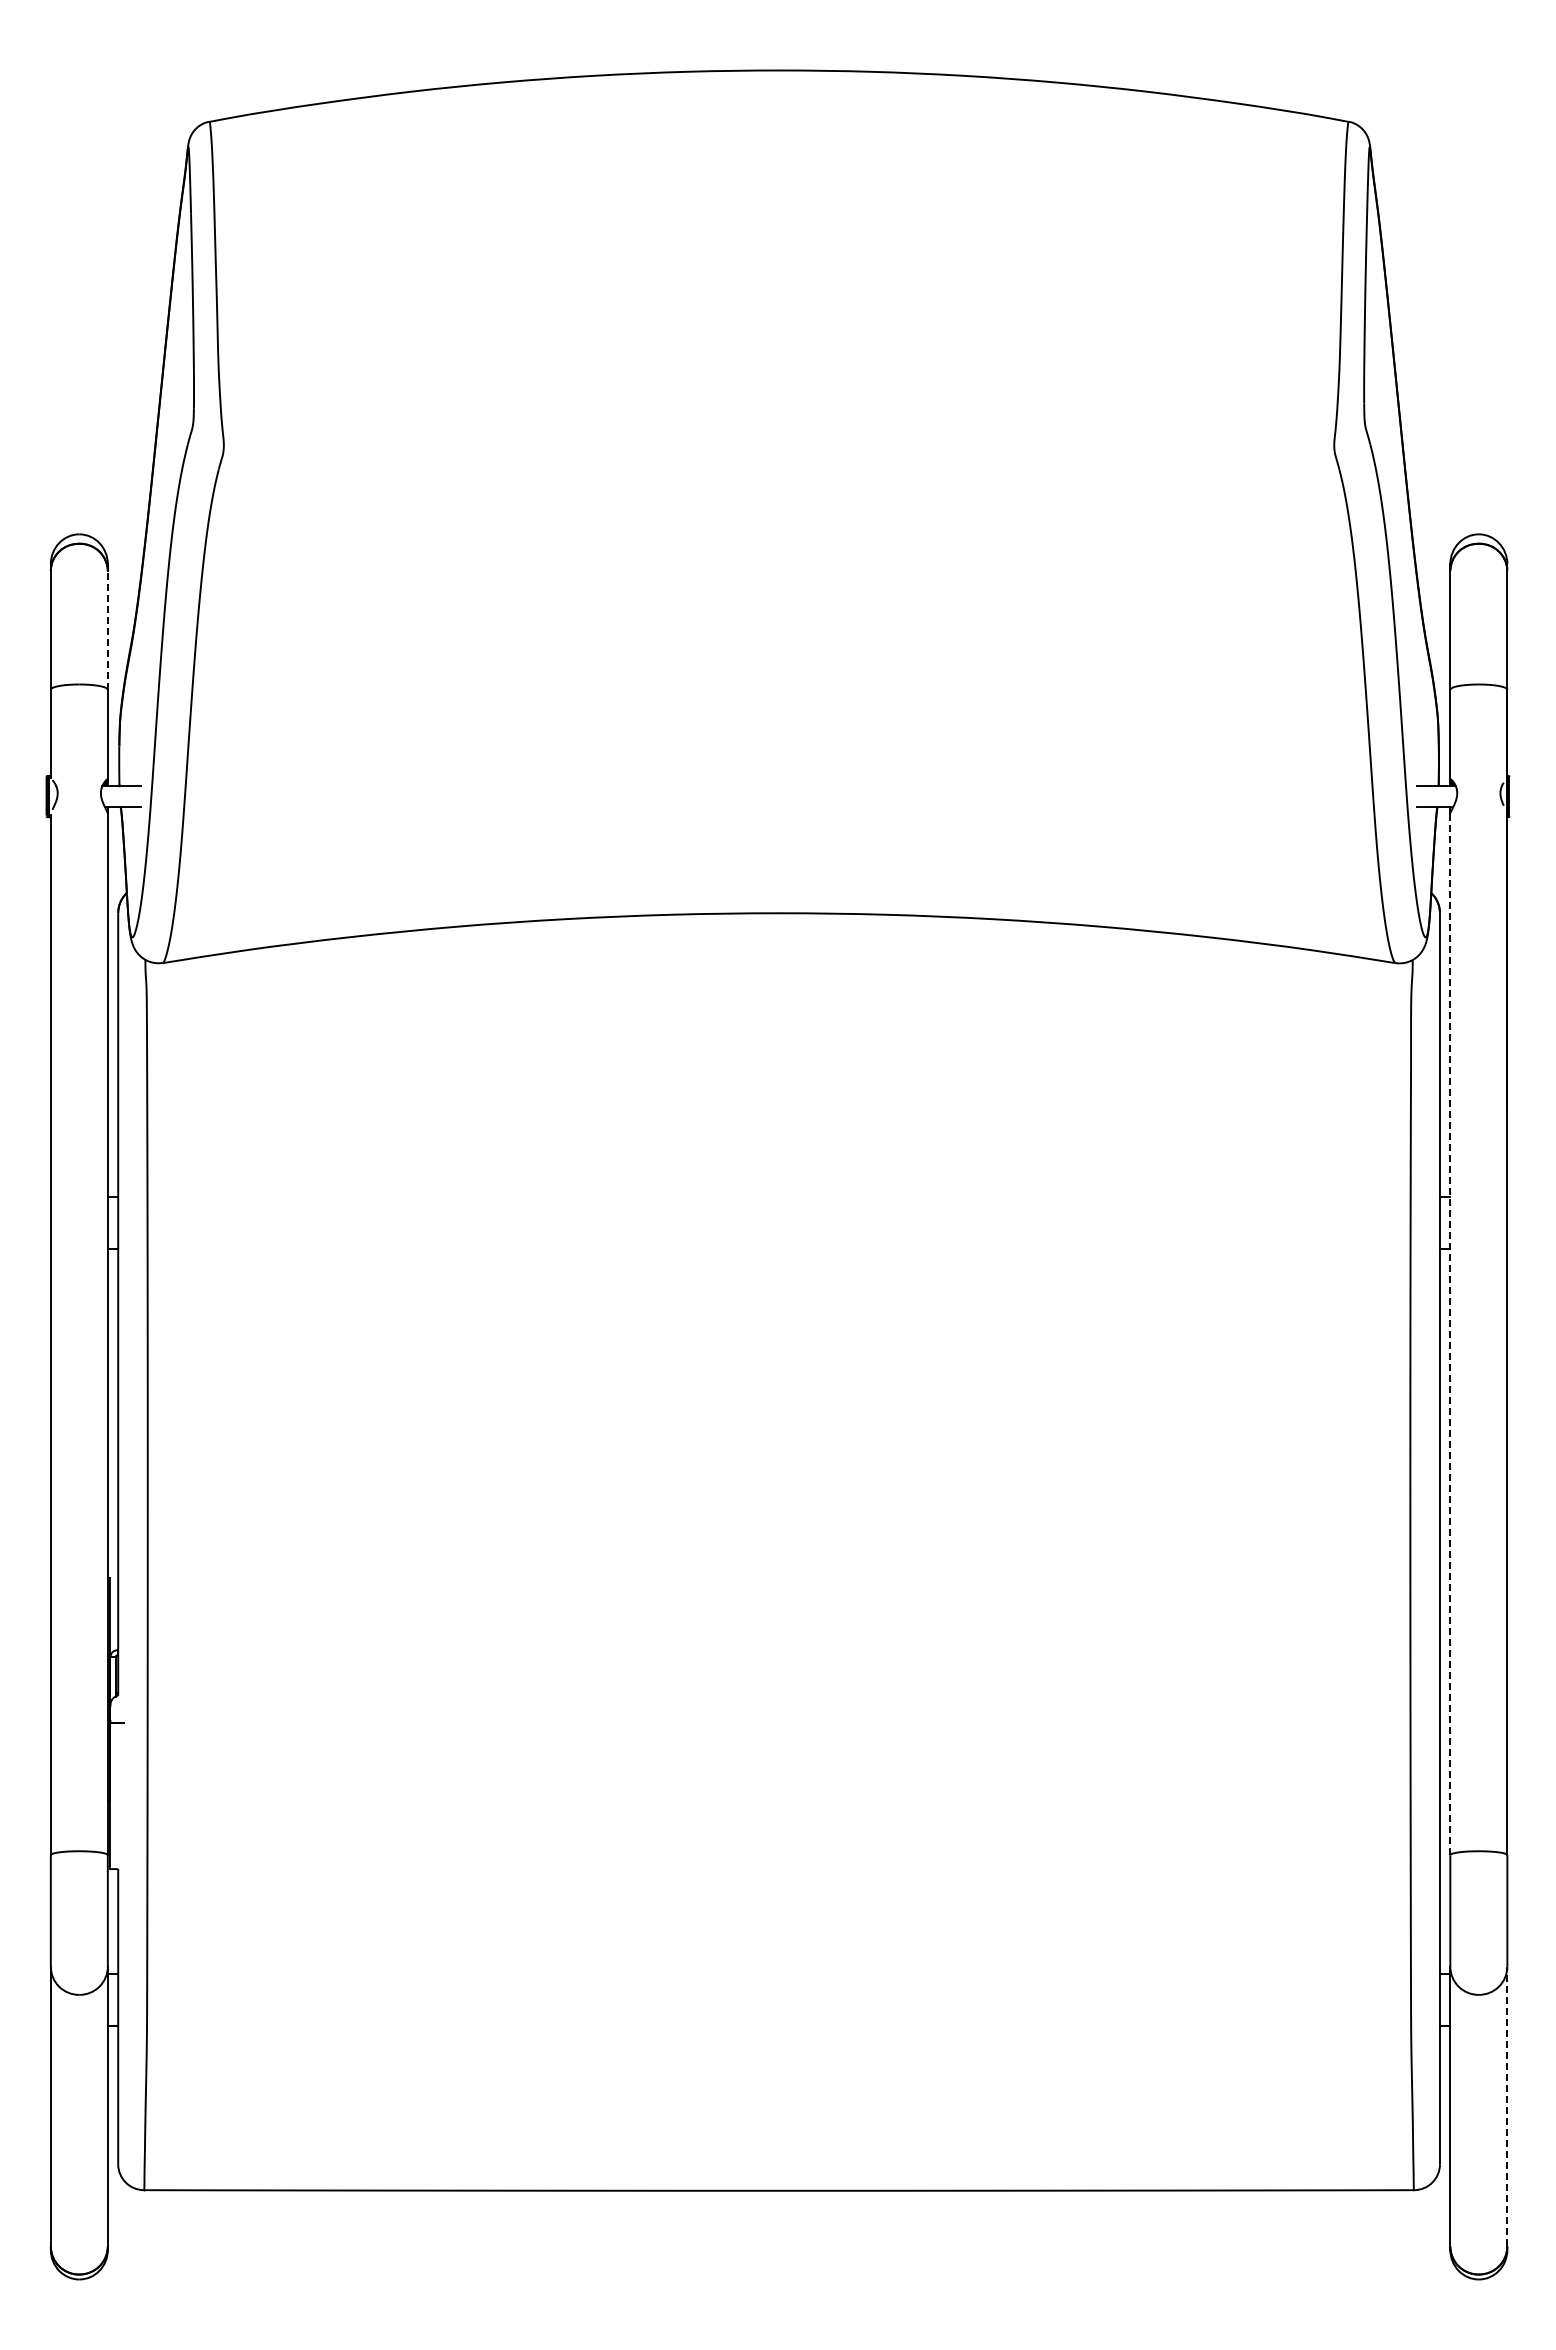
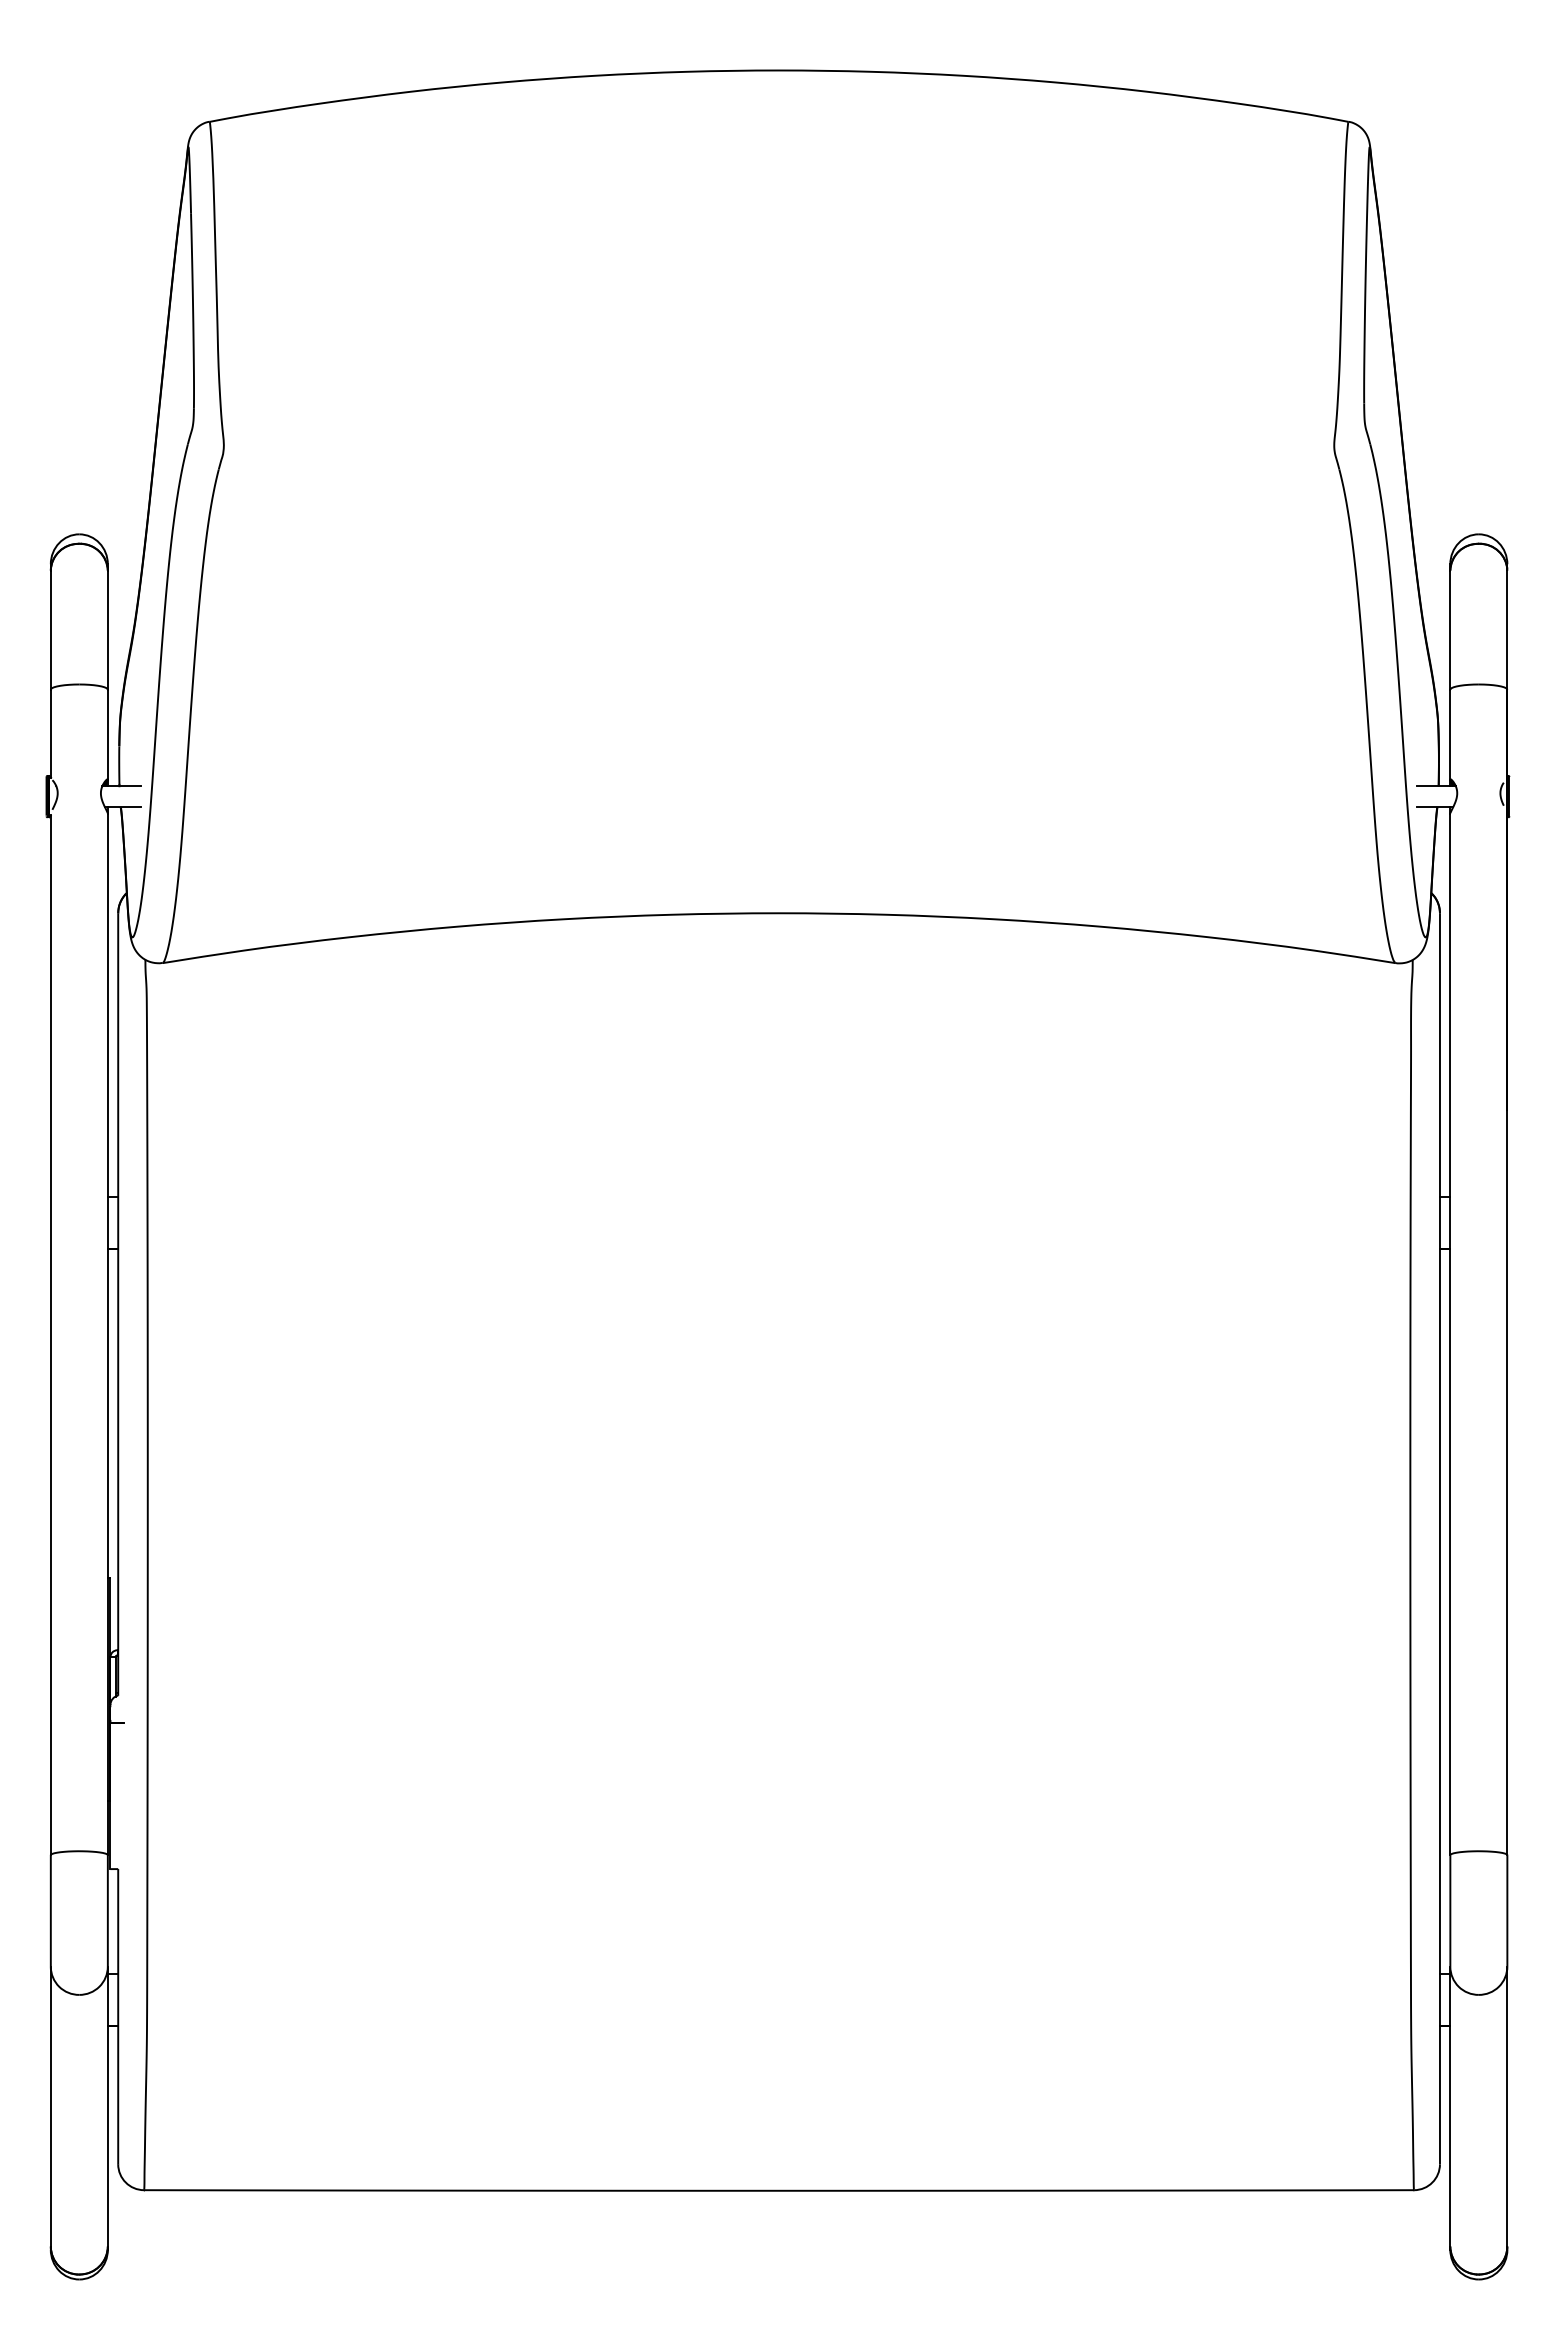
line at (107, 630): dashed -> solid
line at (1450, 1334): dashed -> solid
line at (1507, 2106): dashed -> solid
